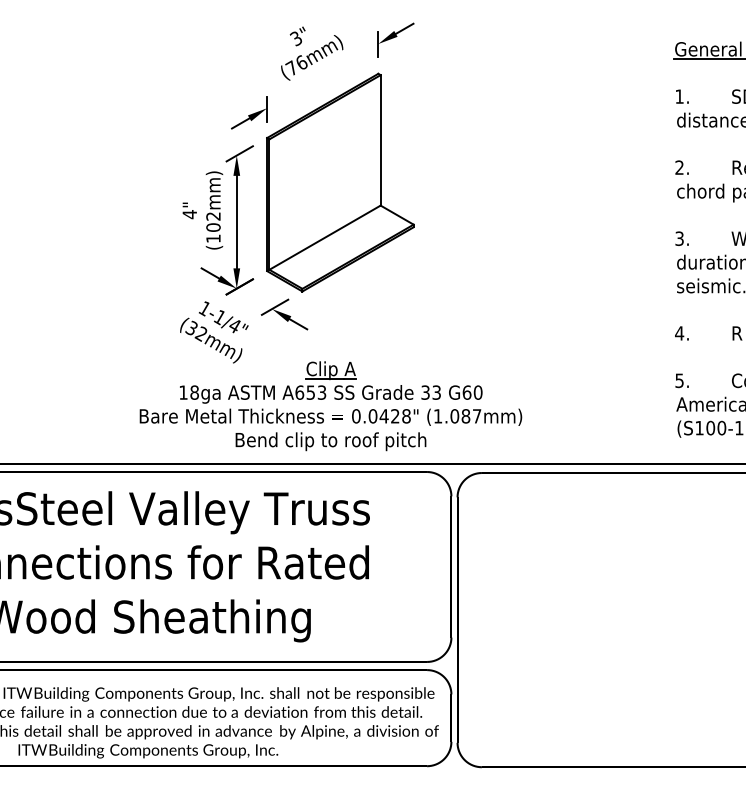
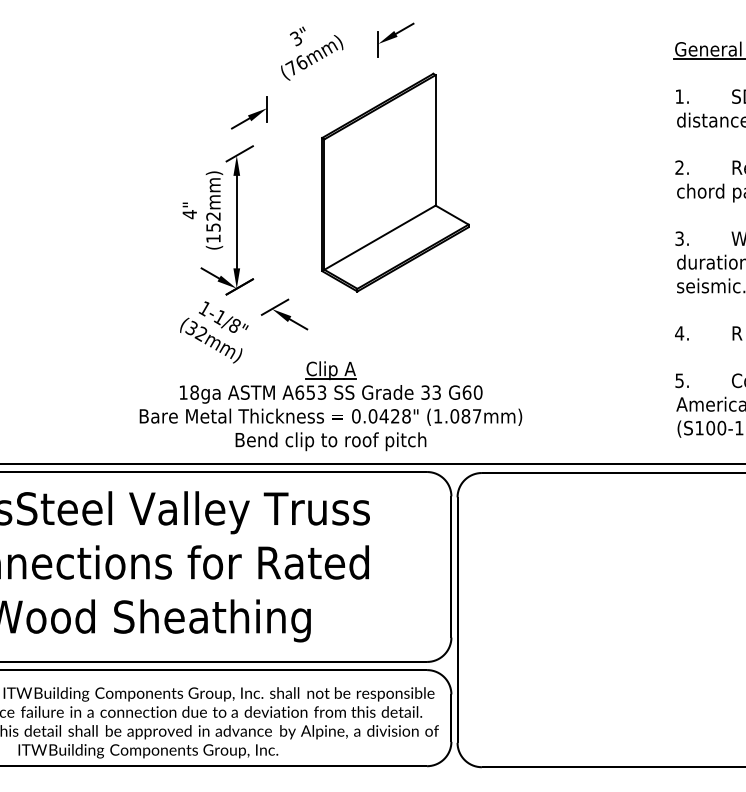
part at (340, 182) position: (340, 182) -> (395, 182)
text at (213, 227): (102mm) -> (152mm)
text at (234, 325): 1-1/4" -> 1-1/8"
